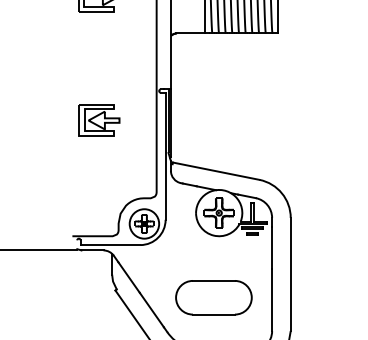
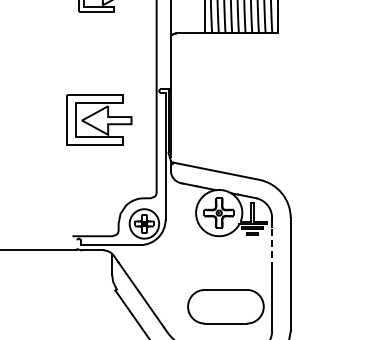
part at (99, 120) size: 43x33 px -> 67x52 px
line at (272, 247): solid -> dashed
part at (213, 297) position: (213, 297) -> (225, 306)
